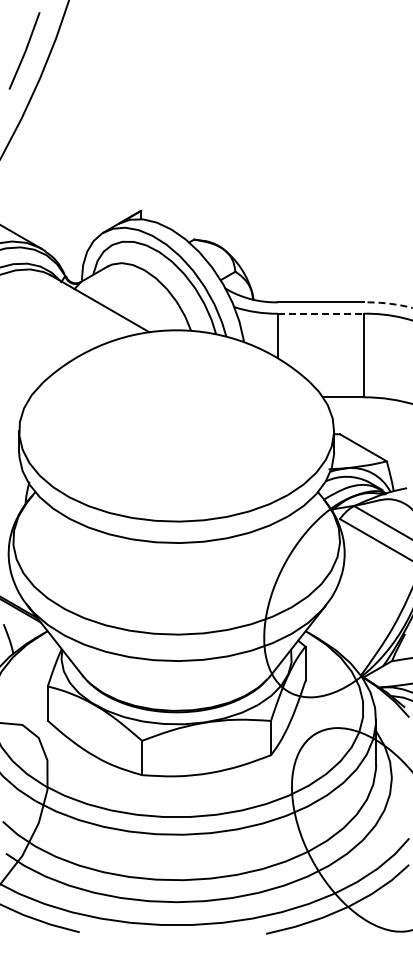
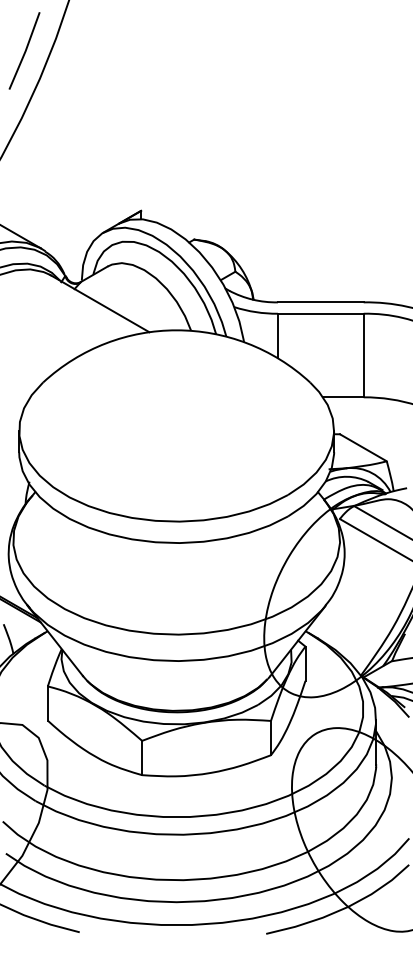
arc at (387, 303): dashed -> solid
line at (320, 313): dashed -> solid
